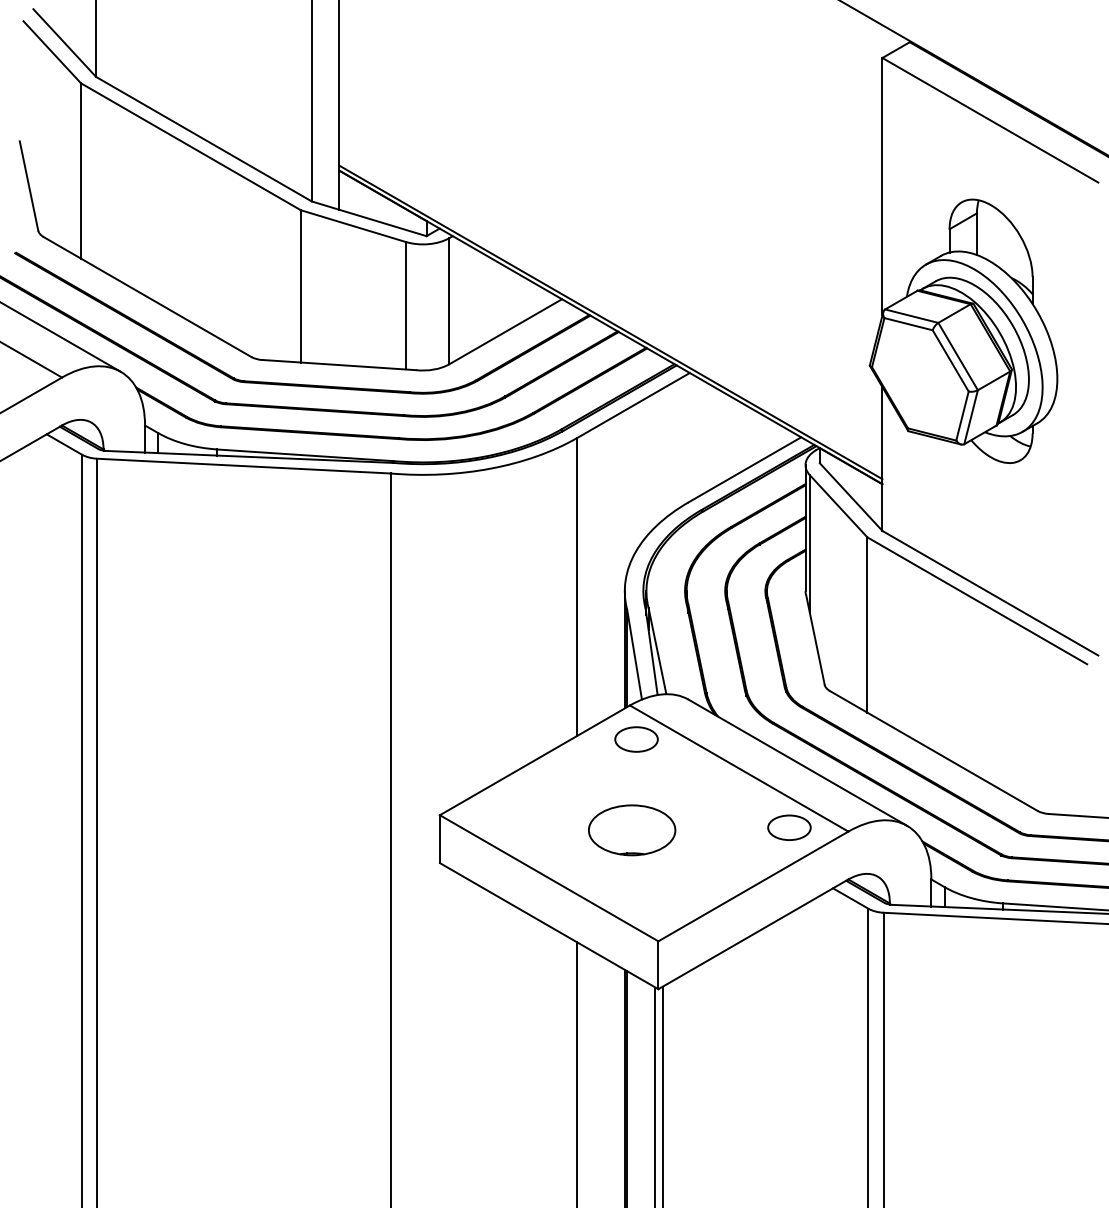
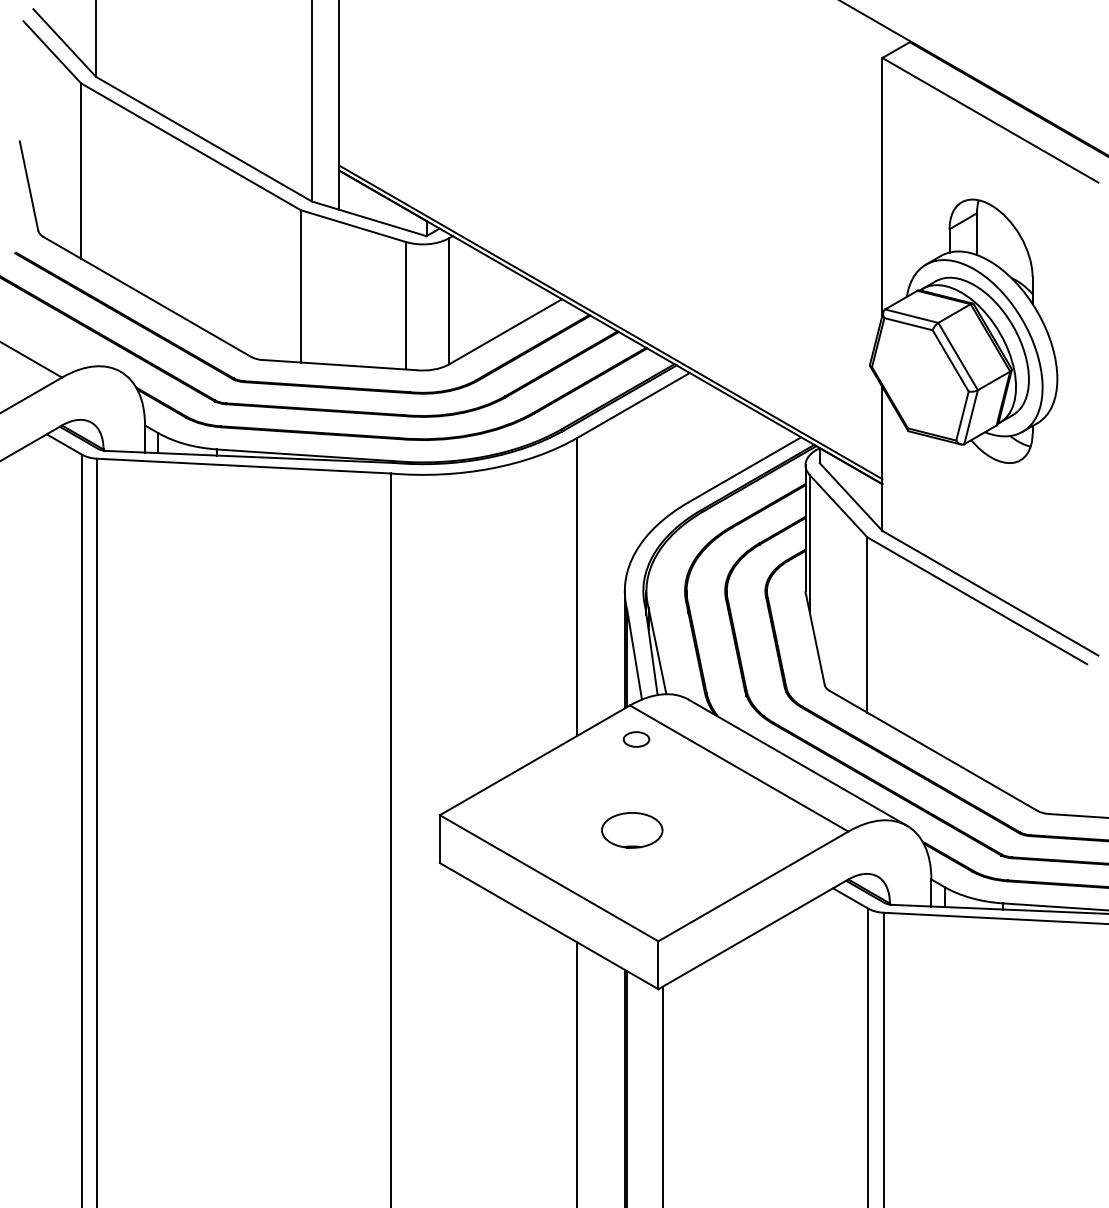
line at (61, 337): present -> none
part at (636, 739) size: 45x27 px -> 29x17 px
part at (789, 827): present -> none
part at (632, 830) size: 89x53 px -> 63x37 px
line at (655, 1095): present -> none
